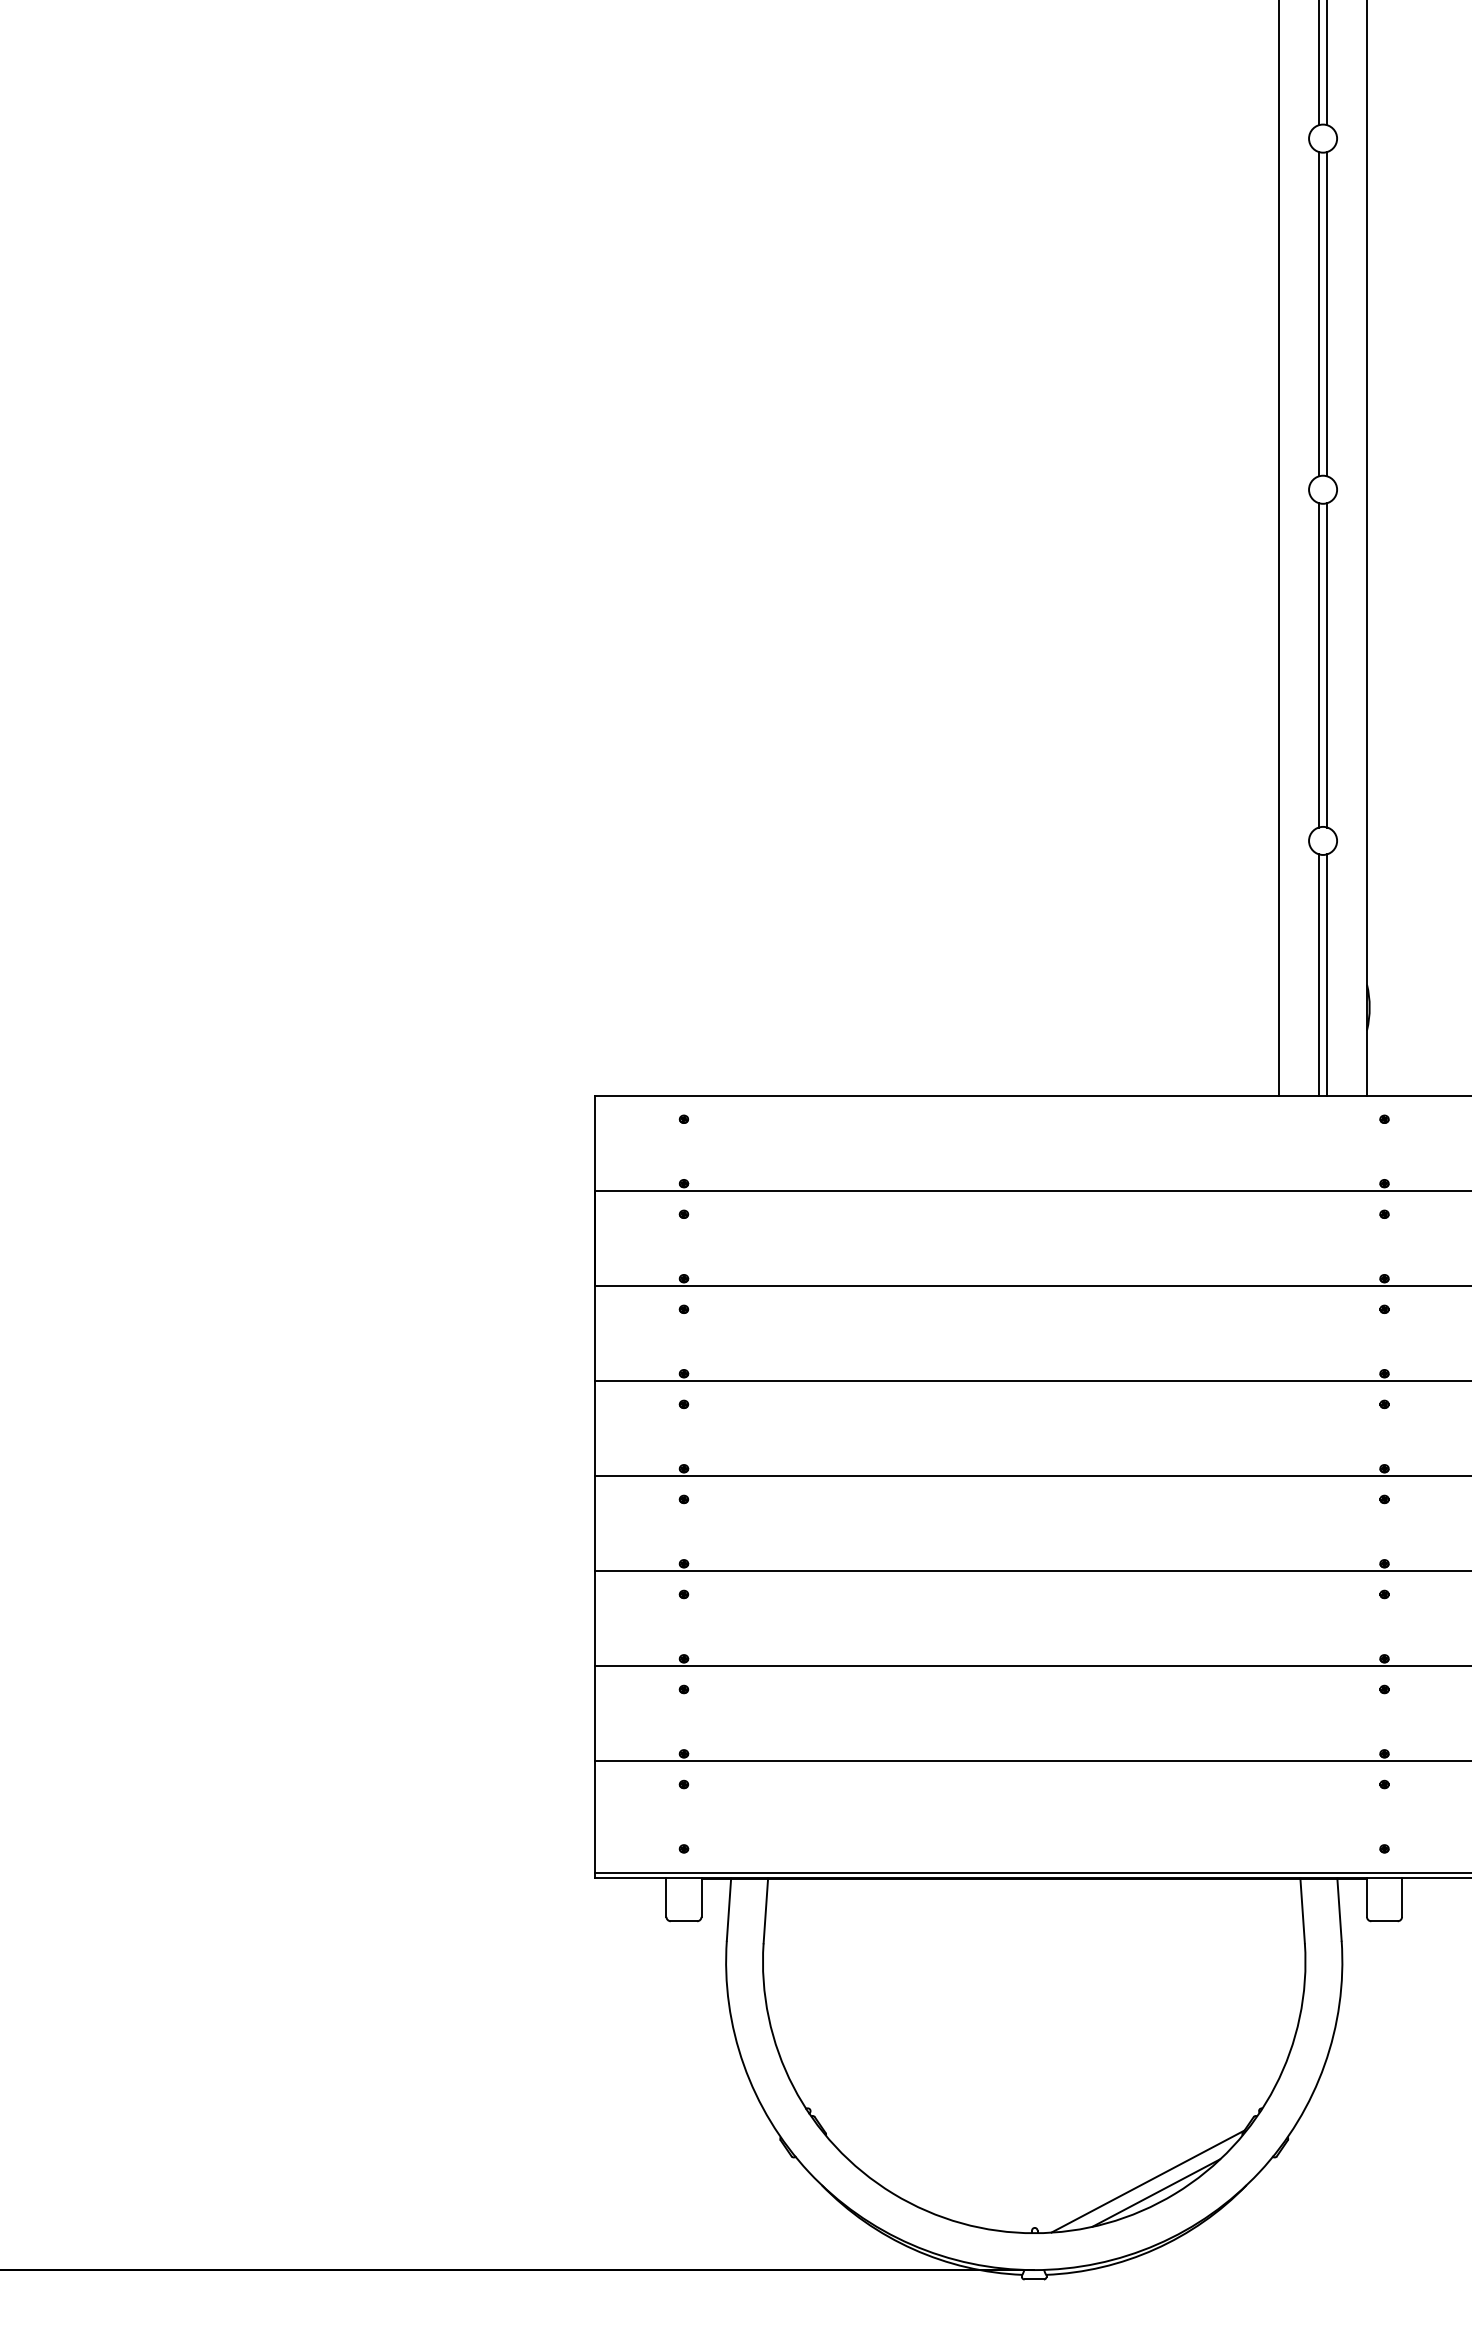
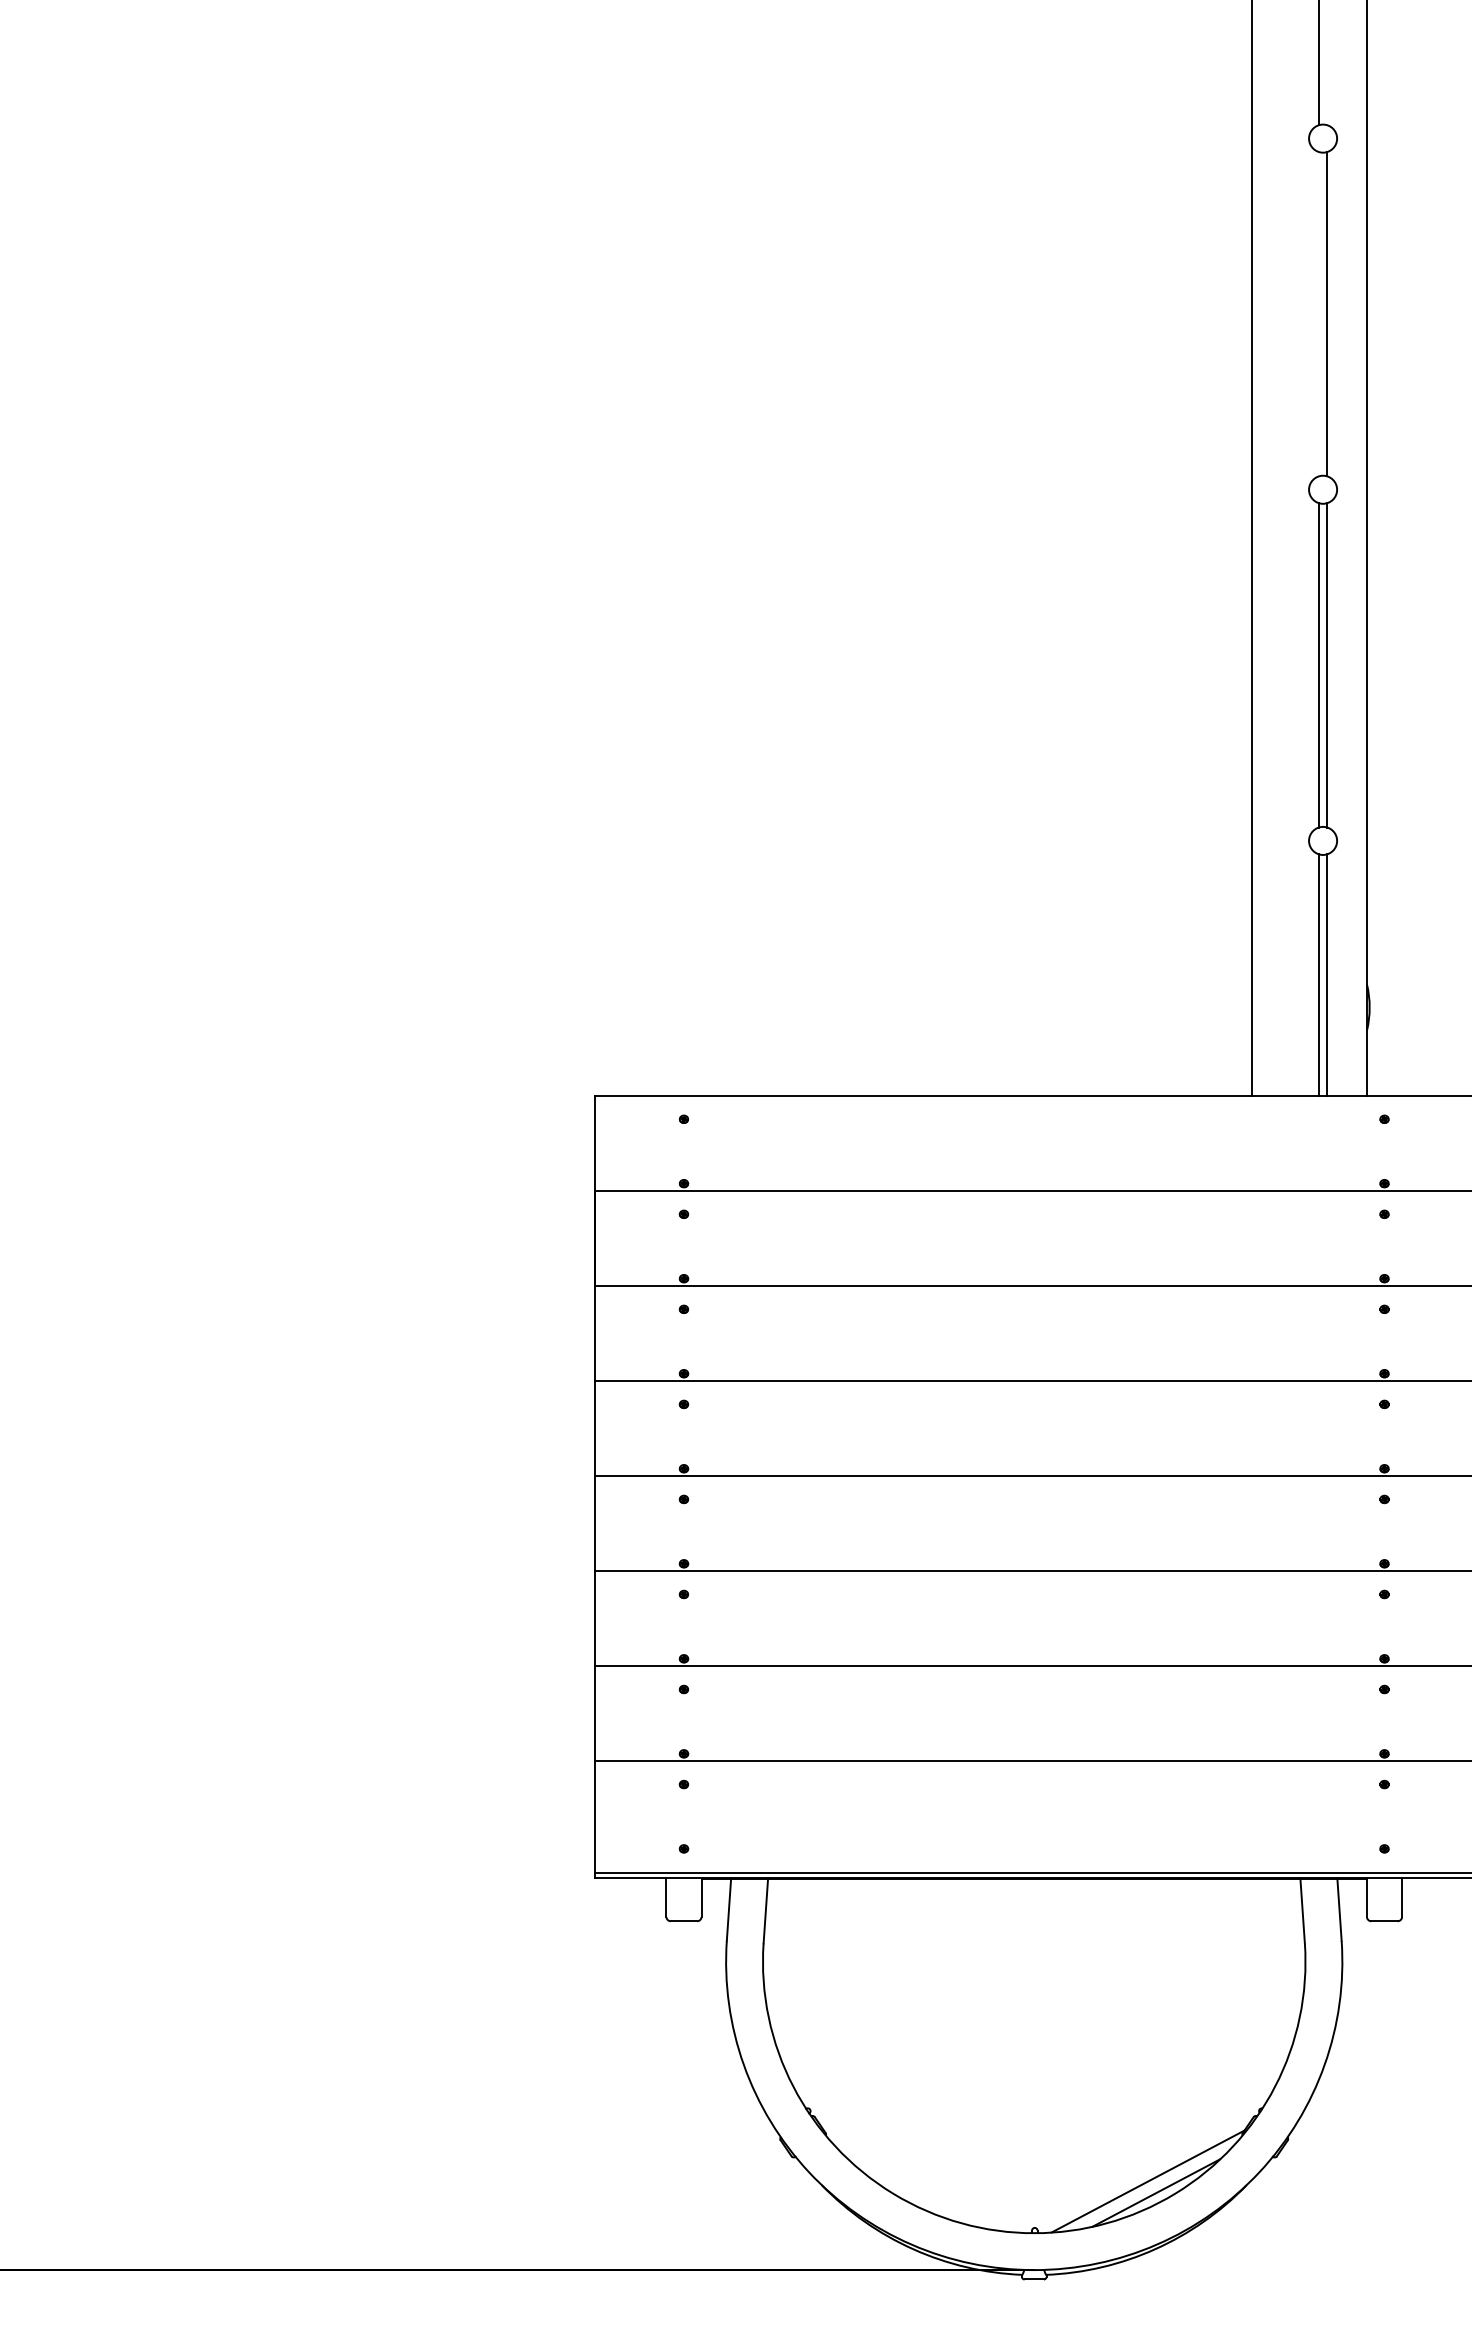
line at (1327, 63): present -> none
line at (1318, 313): present -> none
line at (1279, 548) position: (1279, 548) -> (1252, 548)
